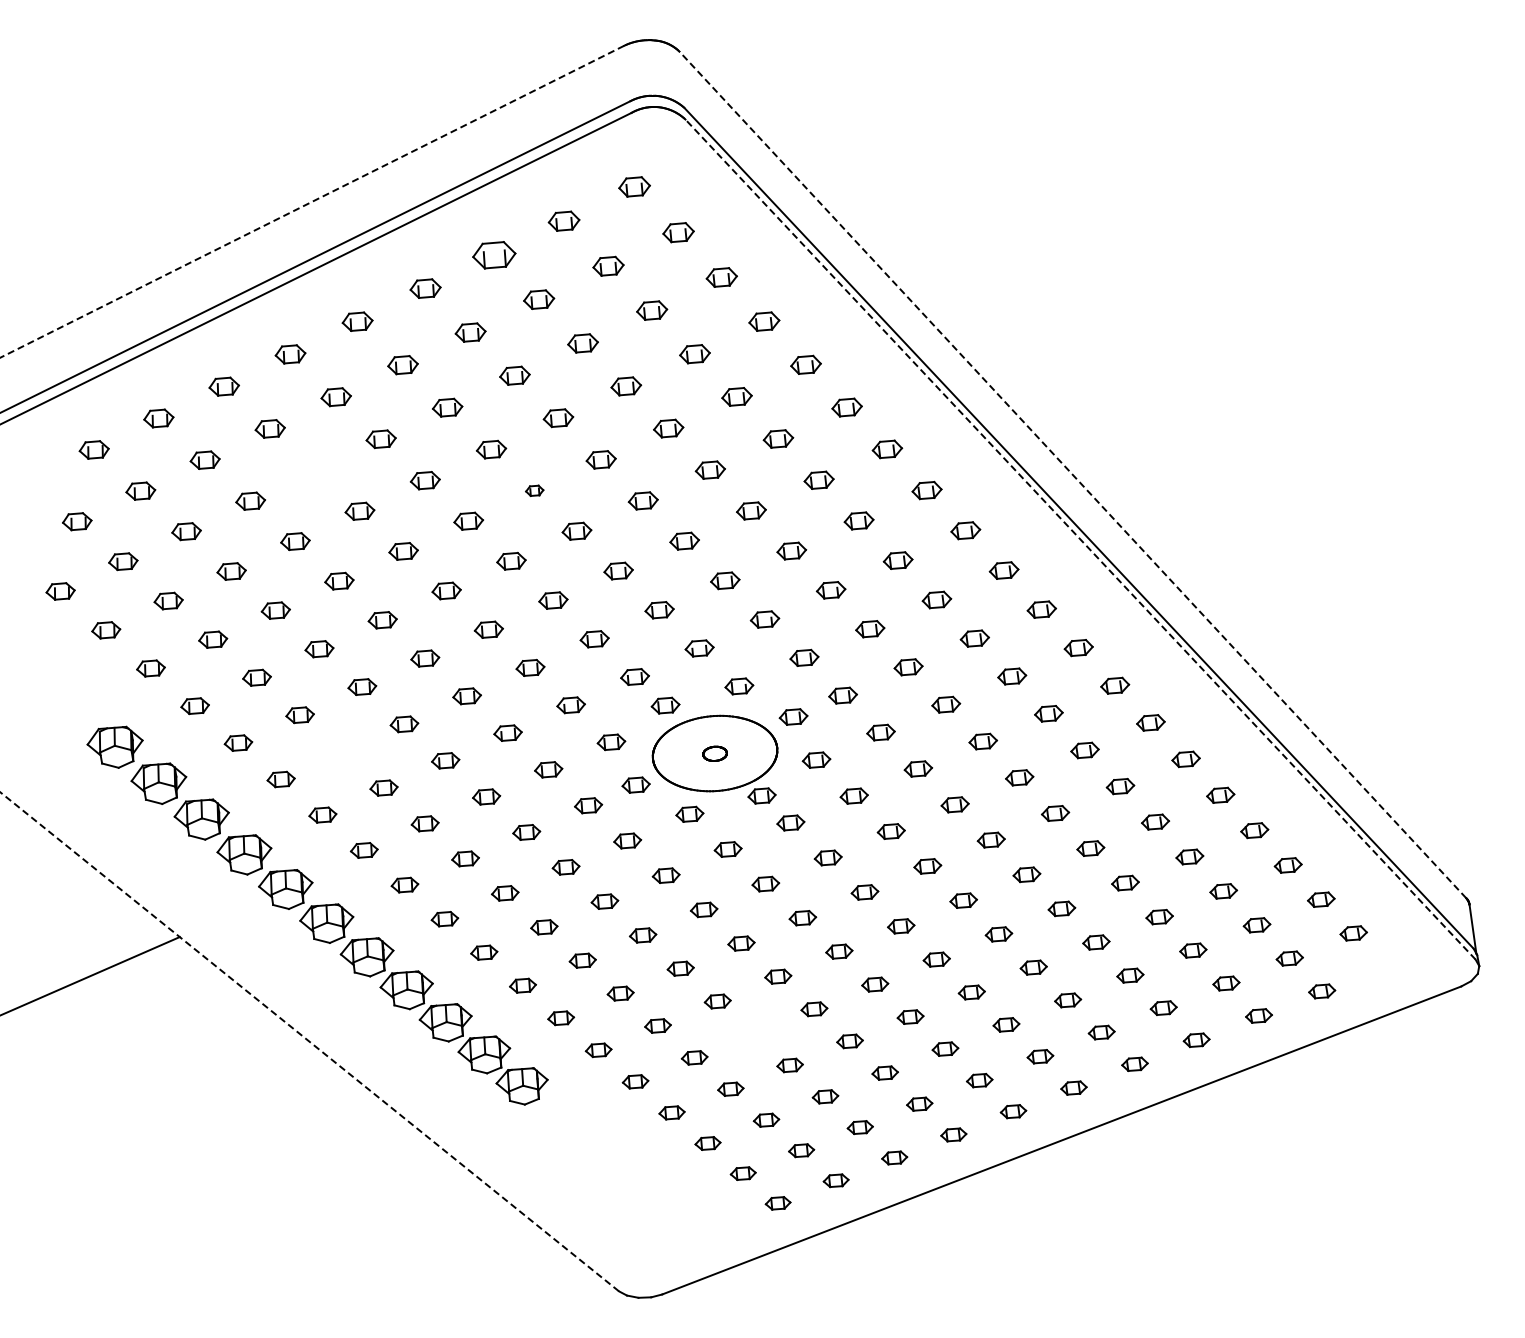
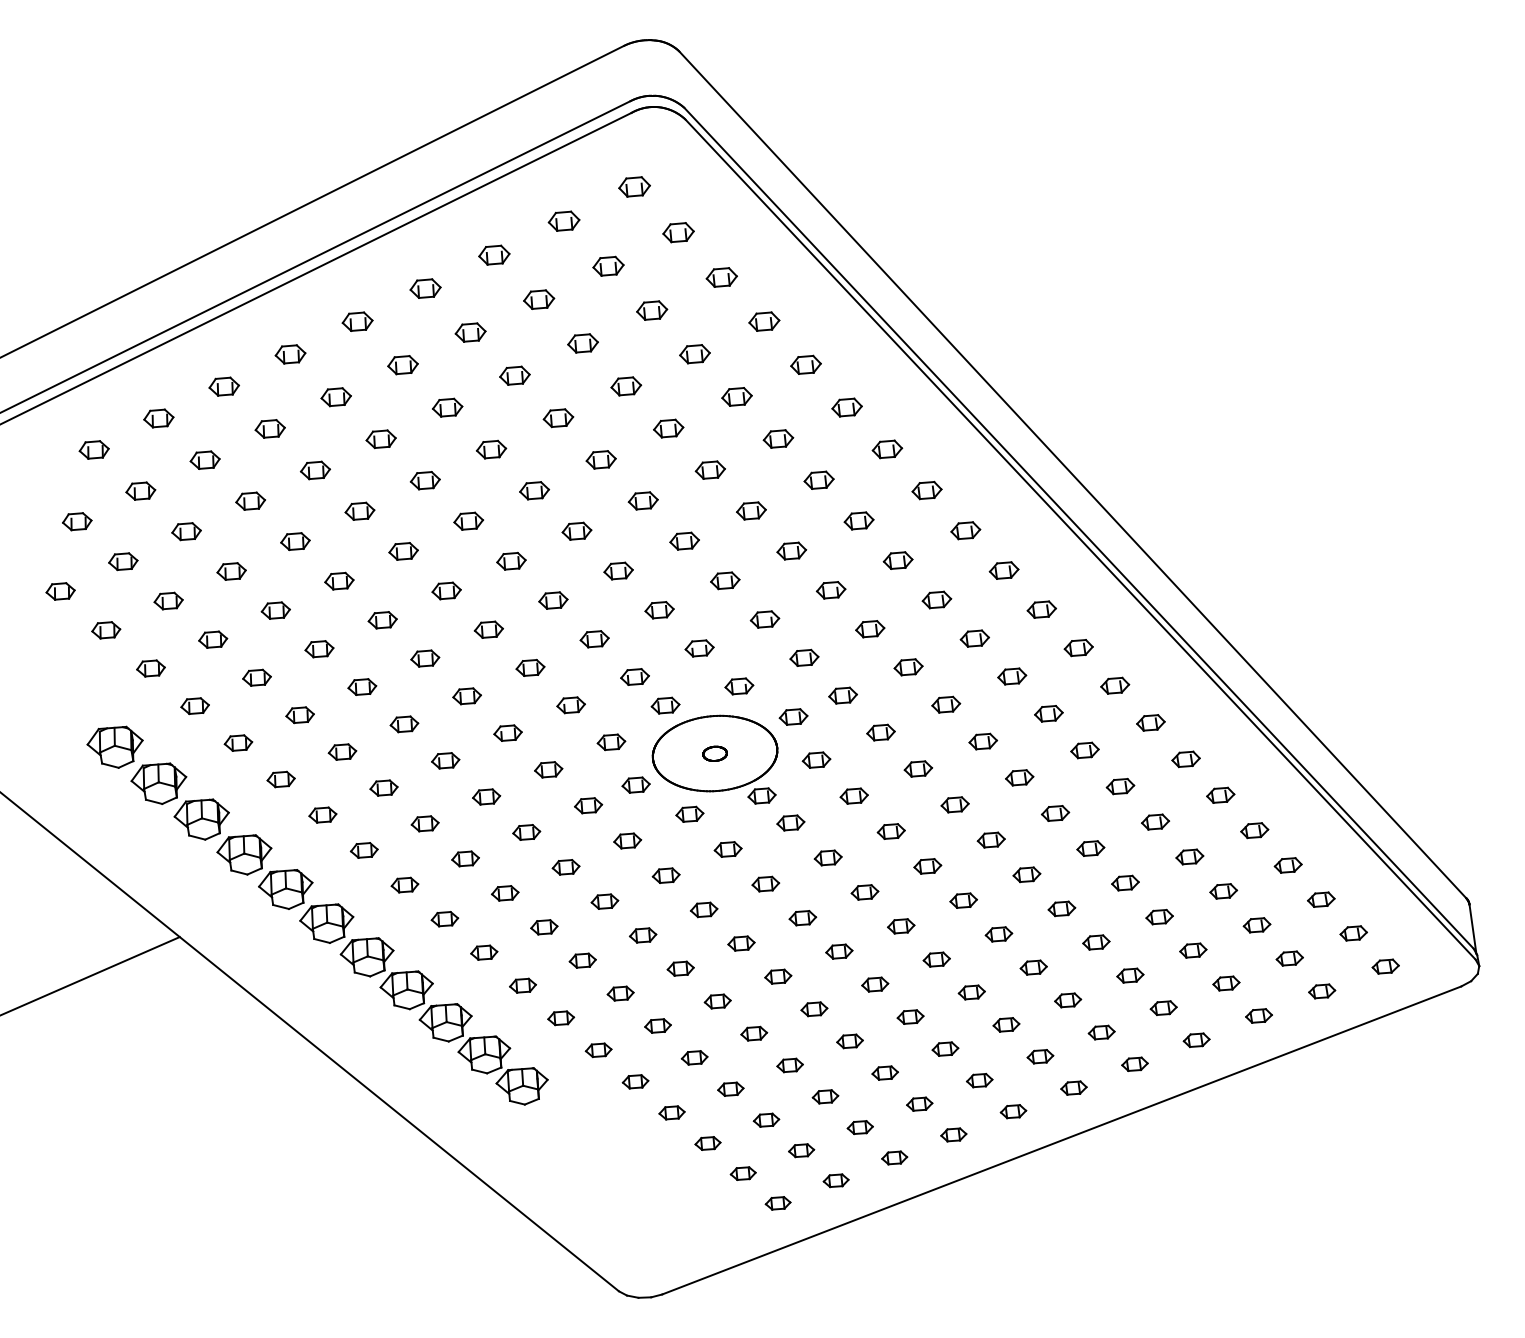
line at (312, 201): dashed -> solid
part at (494, 255) size: 45x29 px -> 33x22 px
part at (315, 470): none -> present
line at (1072, 474): dashed -> solid
part at (534, 490) size: 20x13 px -> 32x20 px
line at (1080, 539): dashed -> solid
part at (342, 751): none -> present
part at (1385, 966): none -> present
part at (754, 1033): none -> present
line at (309, 1041): dashed -> solid
